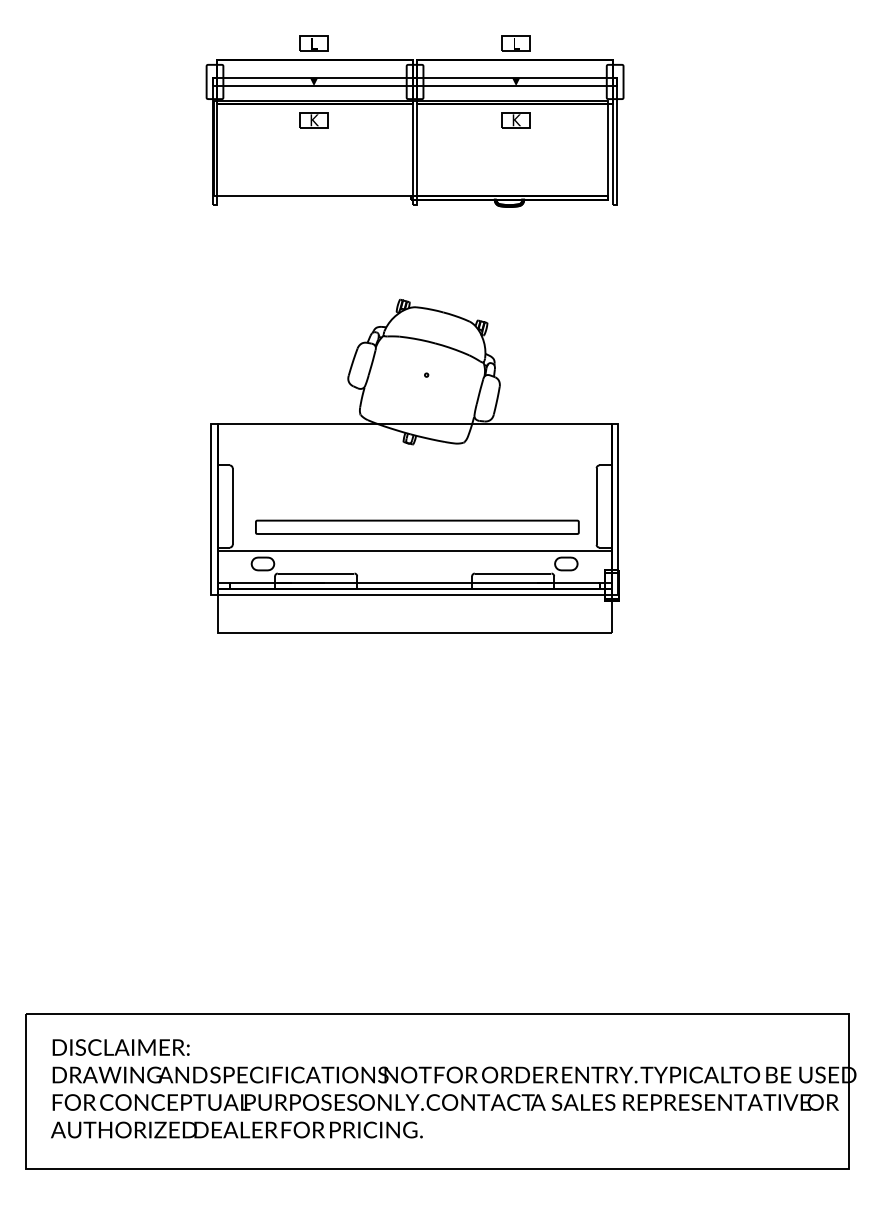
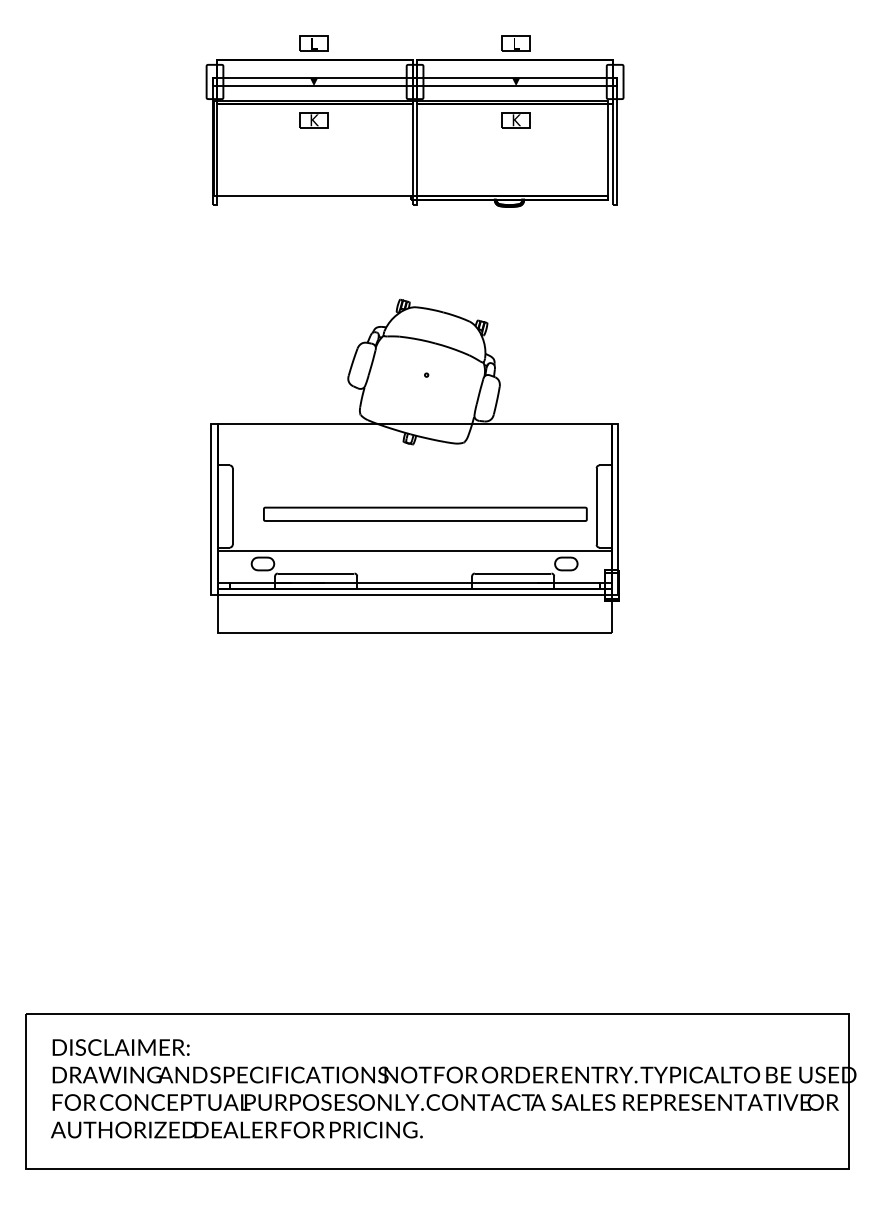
part at (417, 526) position: (417, 526) -> (425, 513)
